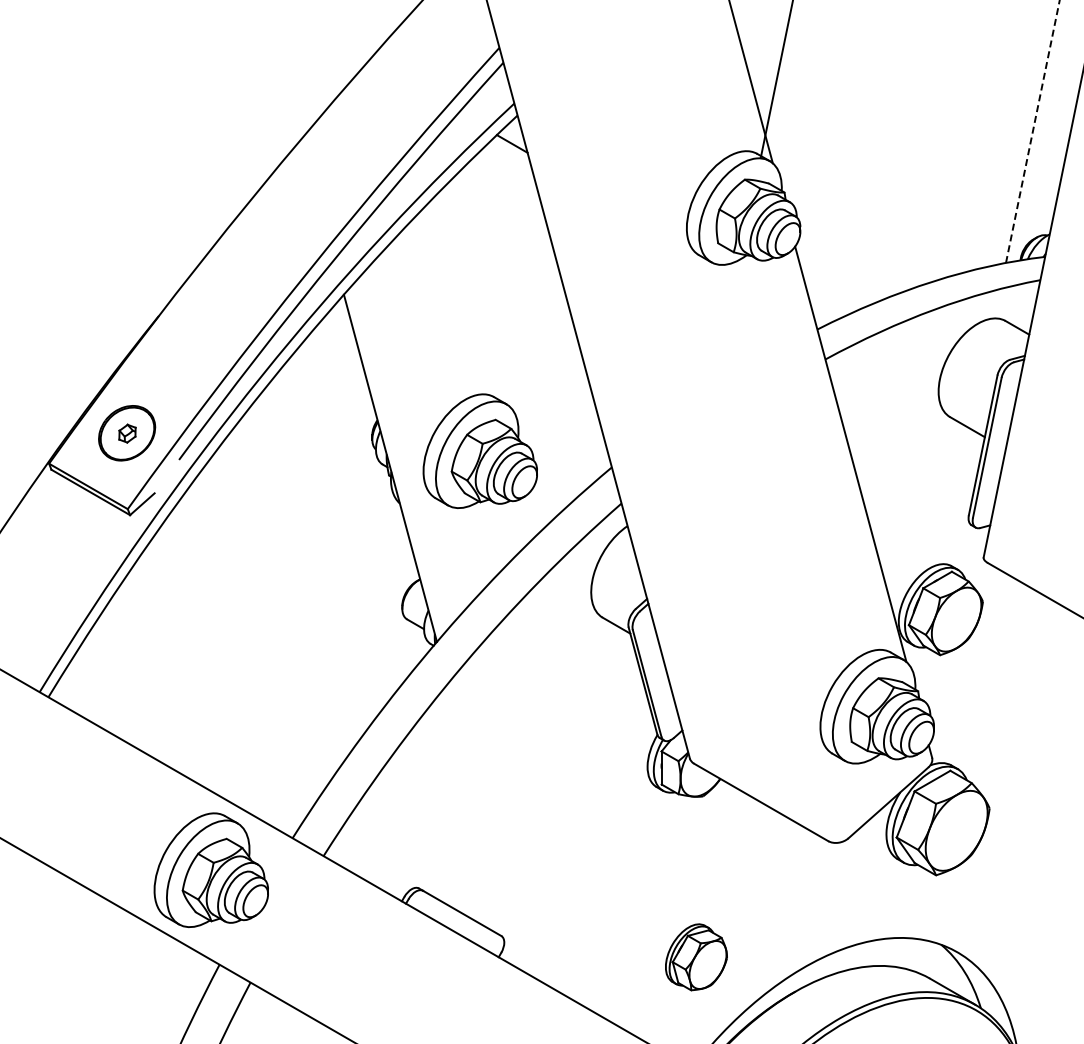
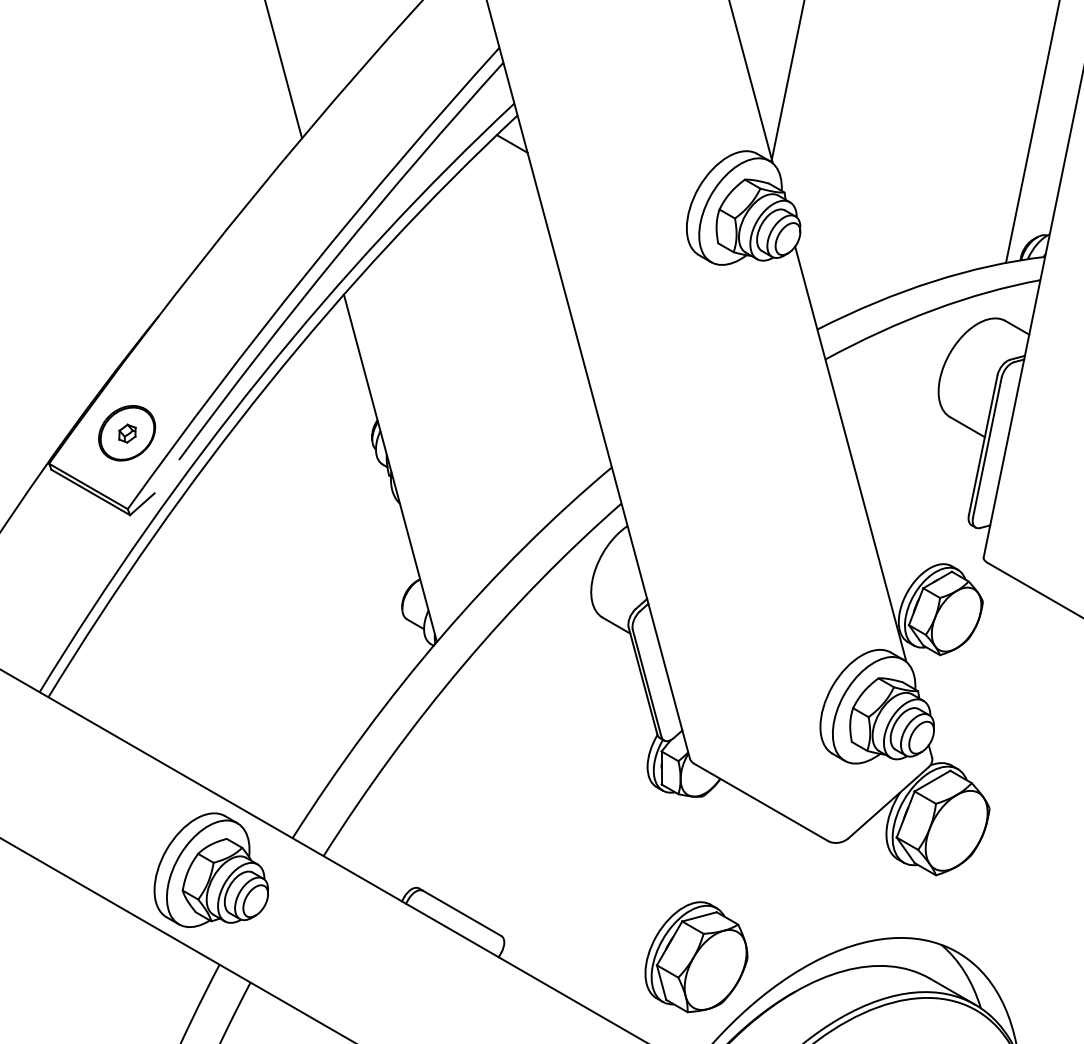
line at (283, 70): none -> present
line at (776, 79) position: (776, 79) -> (787, 80)
line at (1032, 131): dashed -> solid
part at (479, 450): present -> none
part at (696, 957) size: 63x69 px -> 105x113 px
